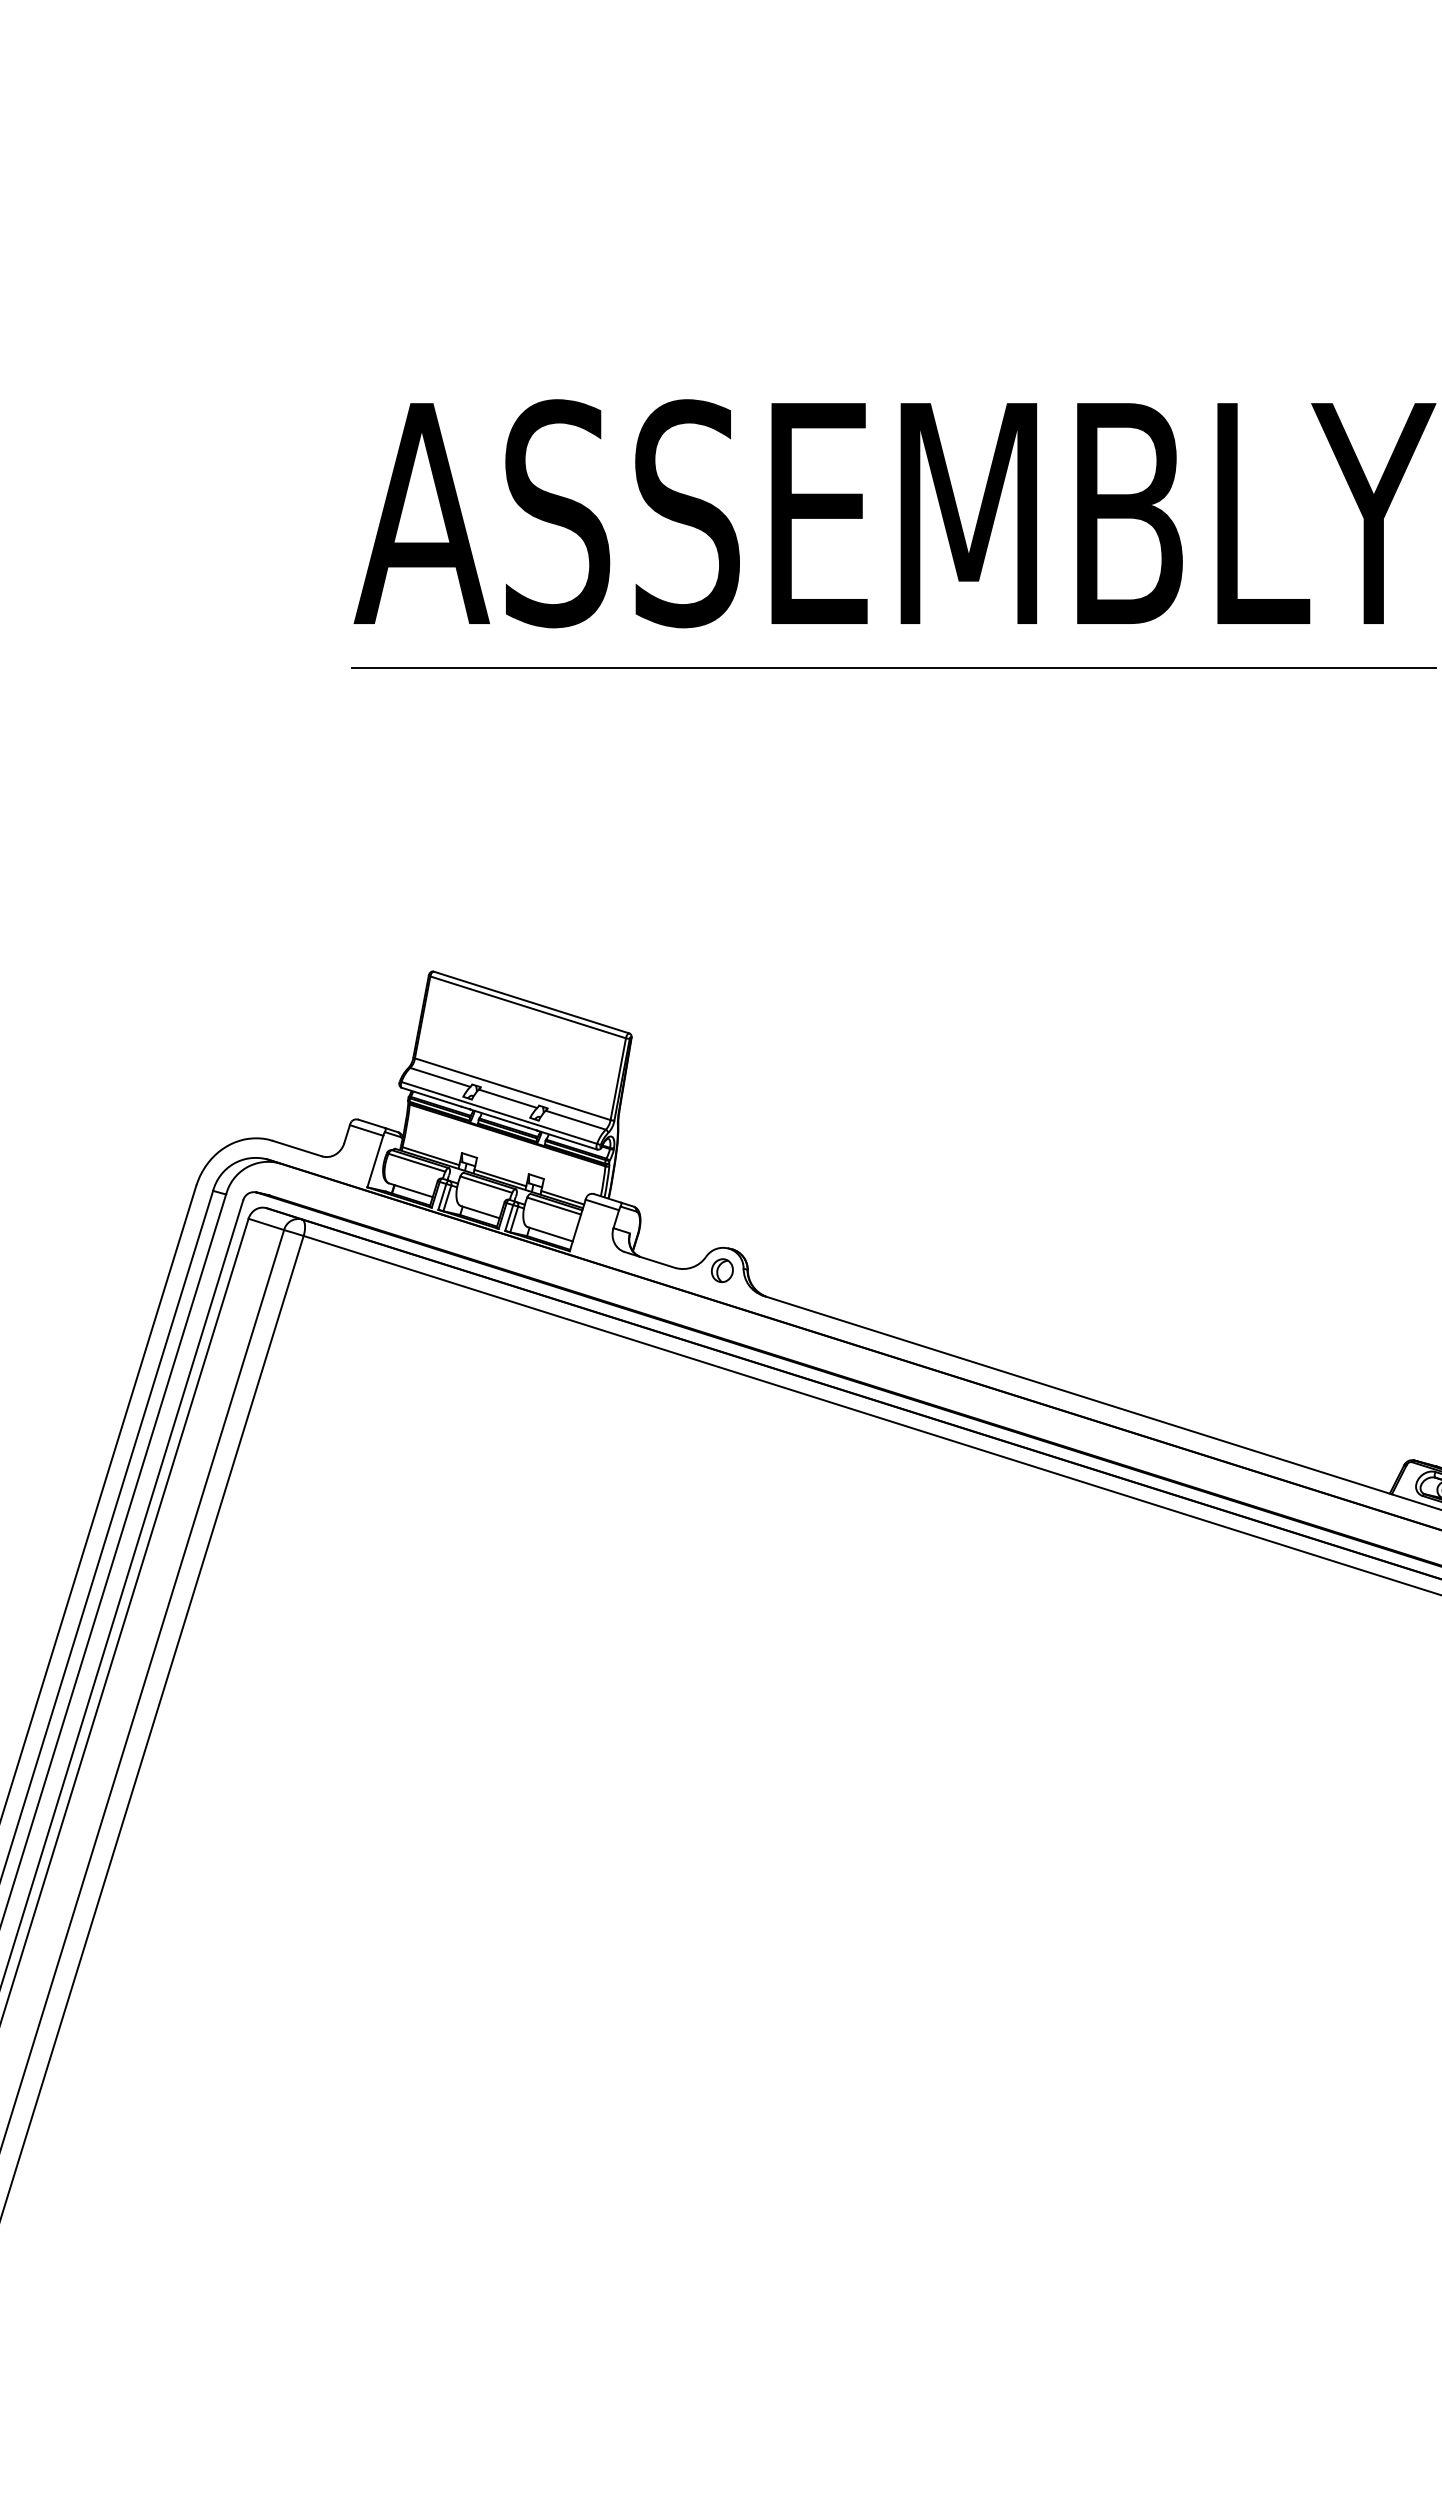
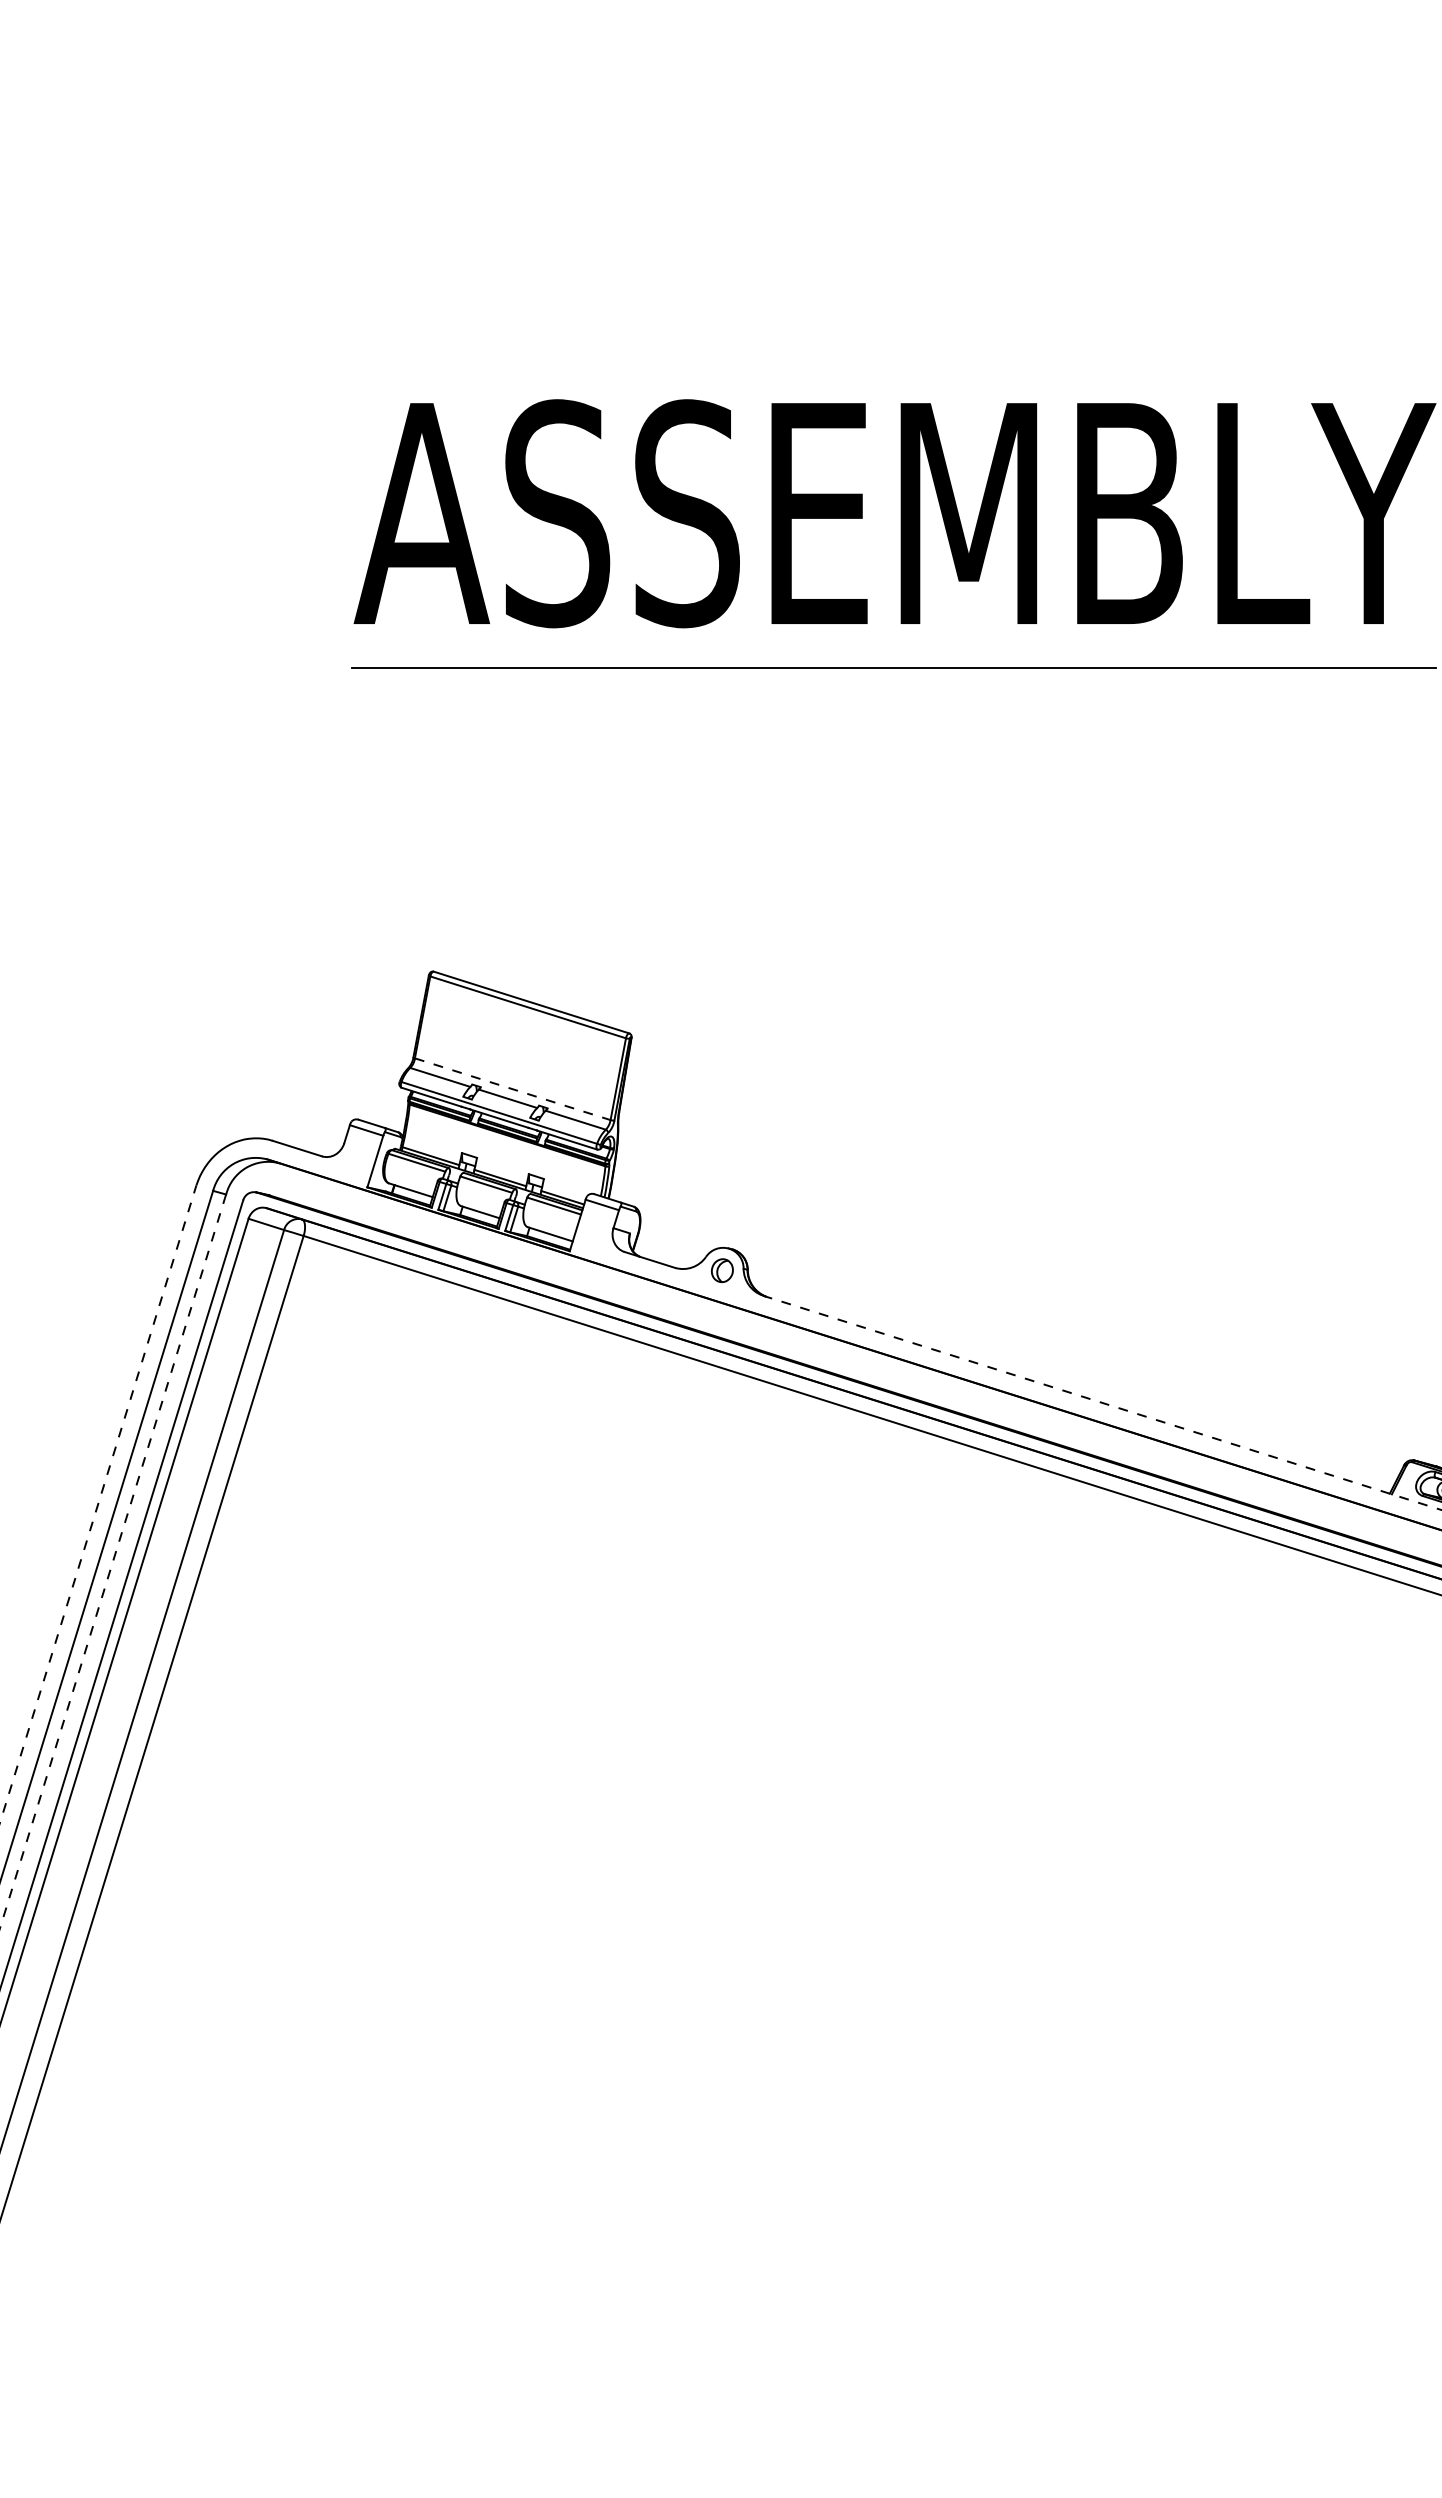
line at (512, 1089): solid -> dashed
line at (1102, 1402): solid -> dashed
line at (98, 1503): solid -> dashed
line at (113, 1561): solid -> dashed
